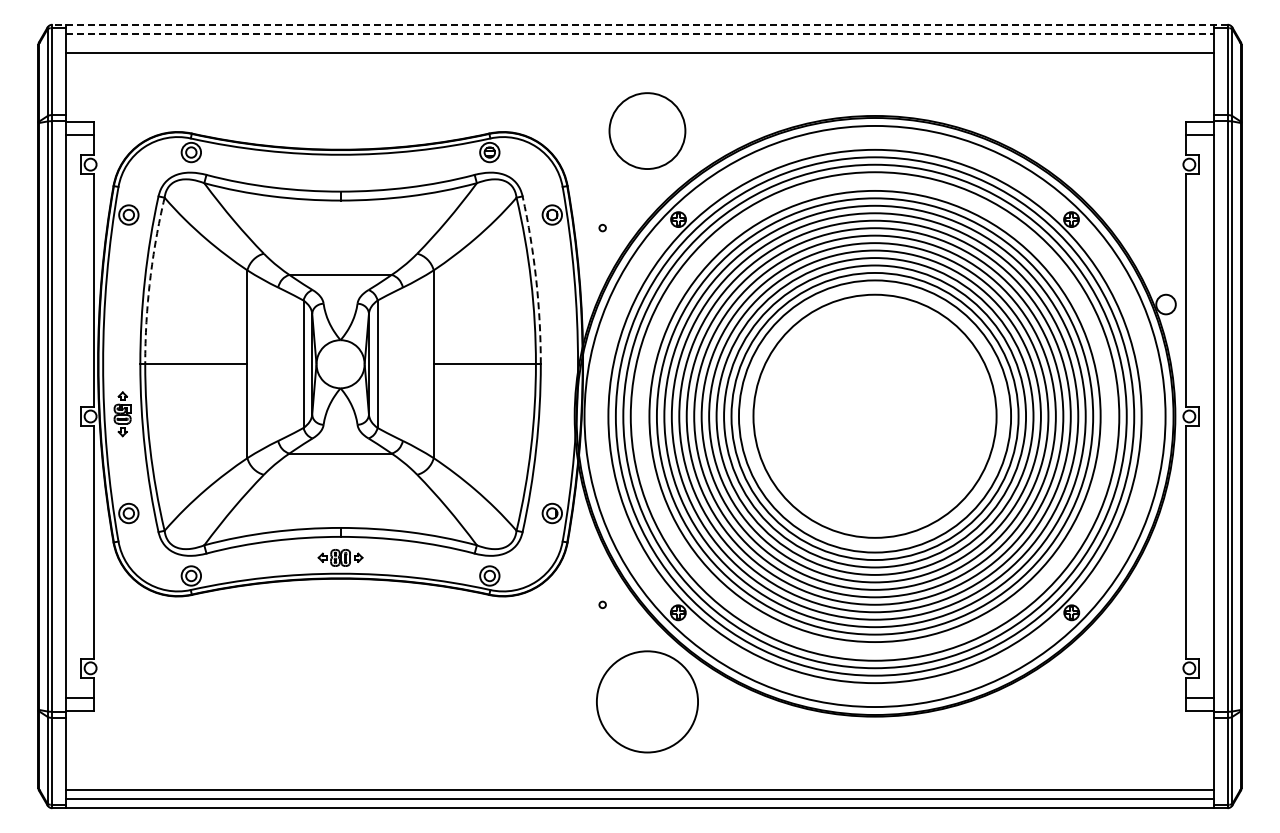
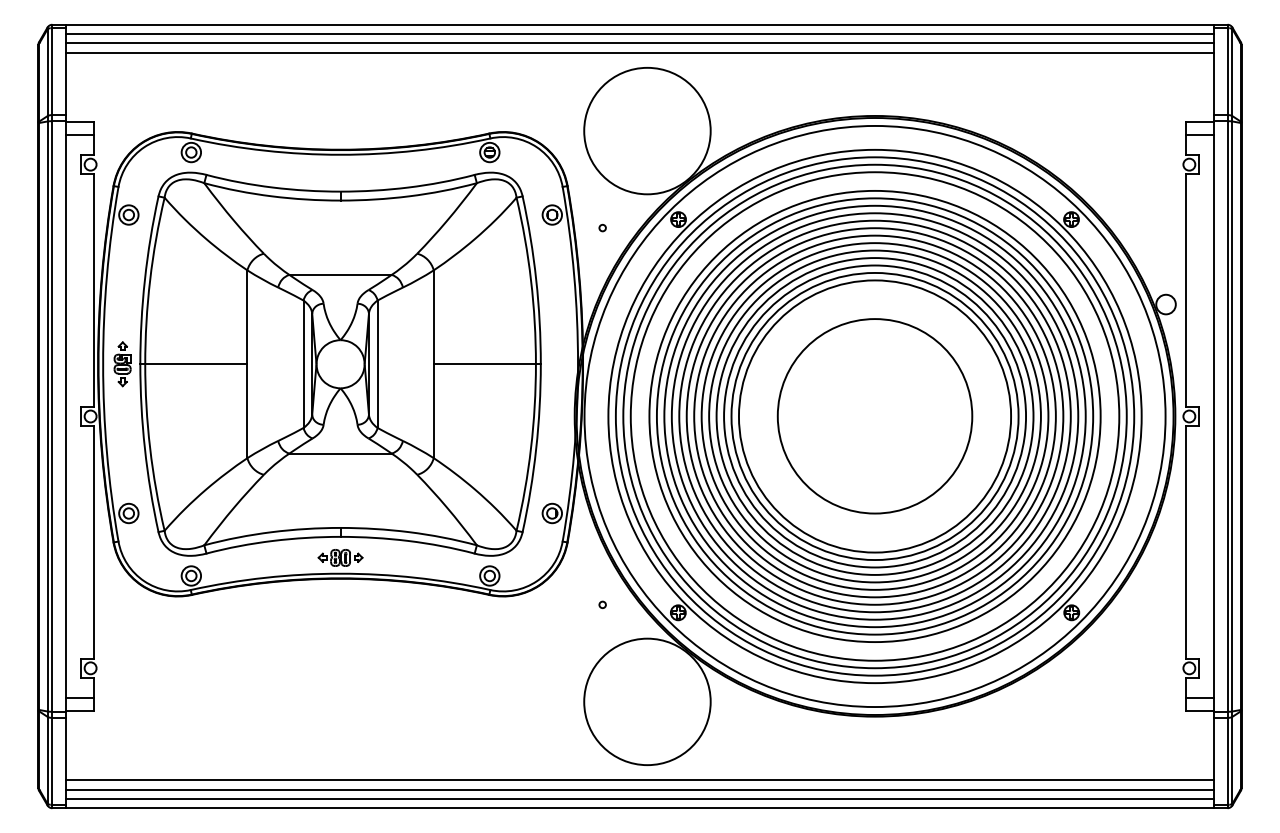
line at (639, 24): dashed -> solid
line at (640, 34): dashed -> solid
line at (639, 43): none -> present
circle at (647, 131) diameter: 76 px -> 126 px
arc at (536, 279): dashed -> solid
arc at (150, 280): dashed -> solid
part at (122, 414) position: (122, 414) -> (122, 364)
circle at (874, 415) diameter: 243 px -> 194 px
circle at (647, 701) diameter: 101 px -> 126 px
line at (639, 780): none -> present
